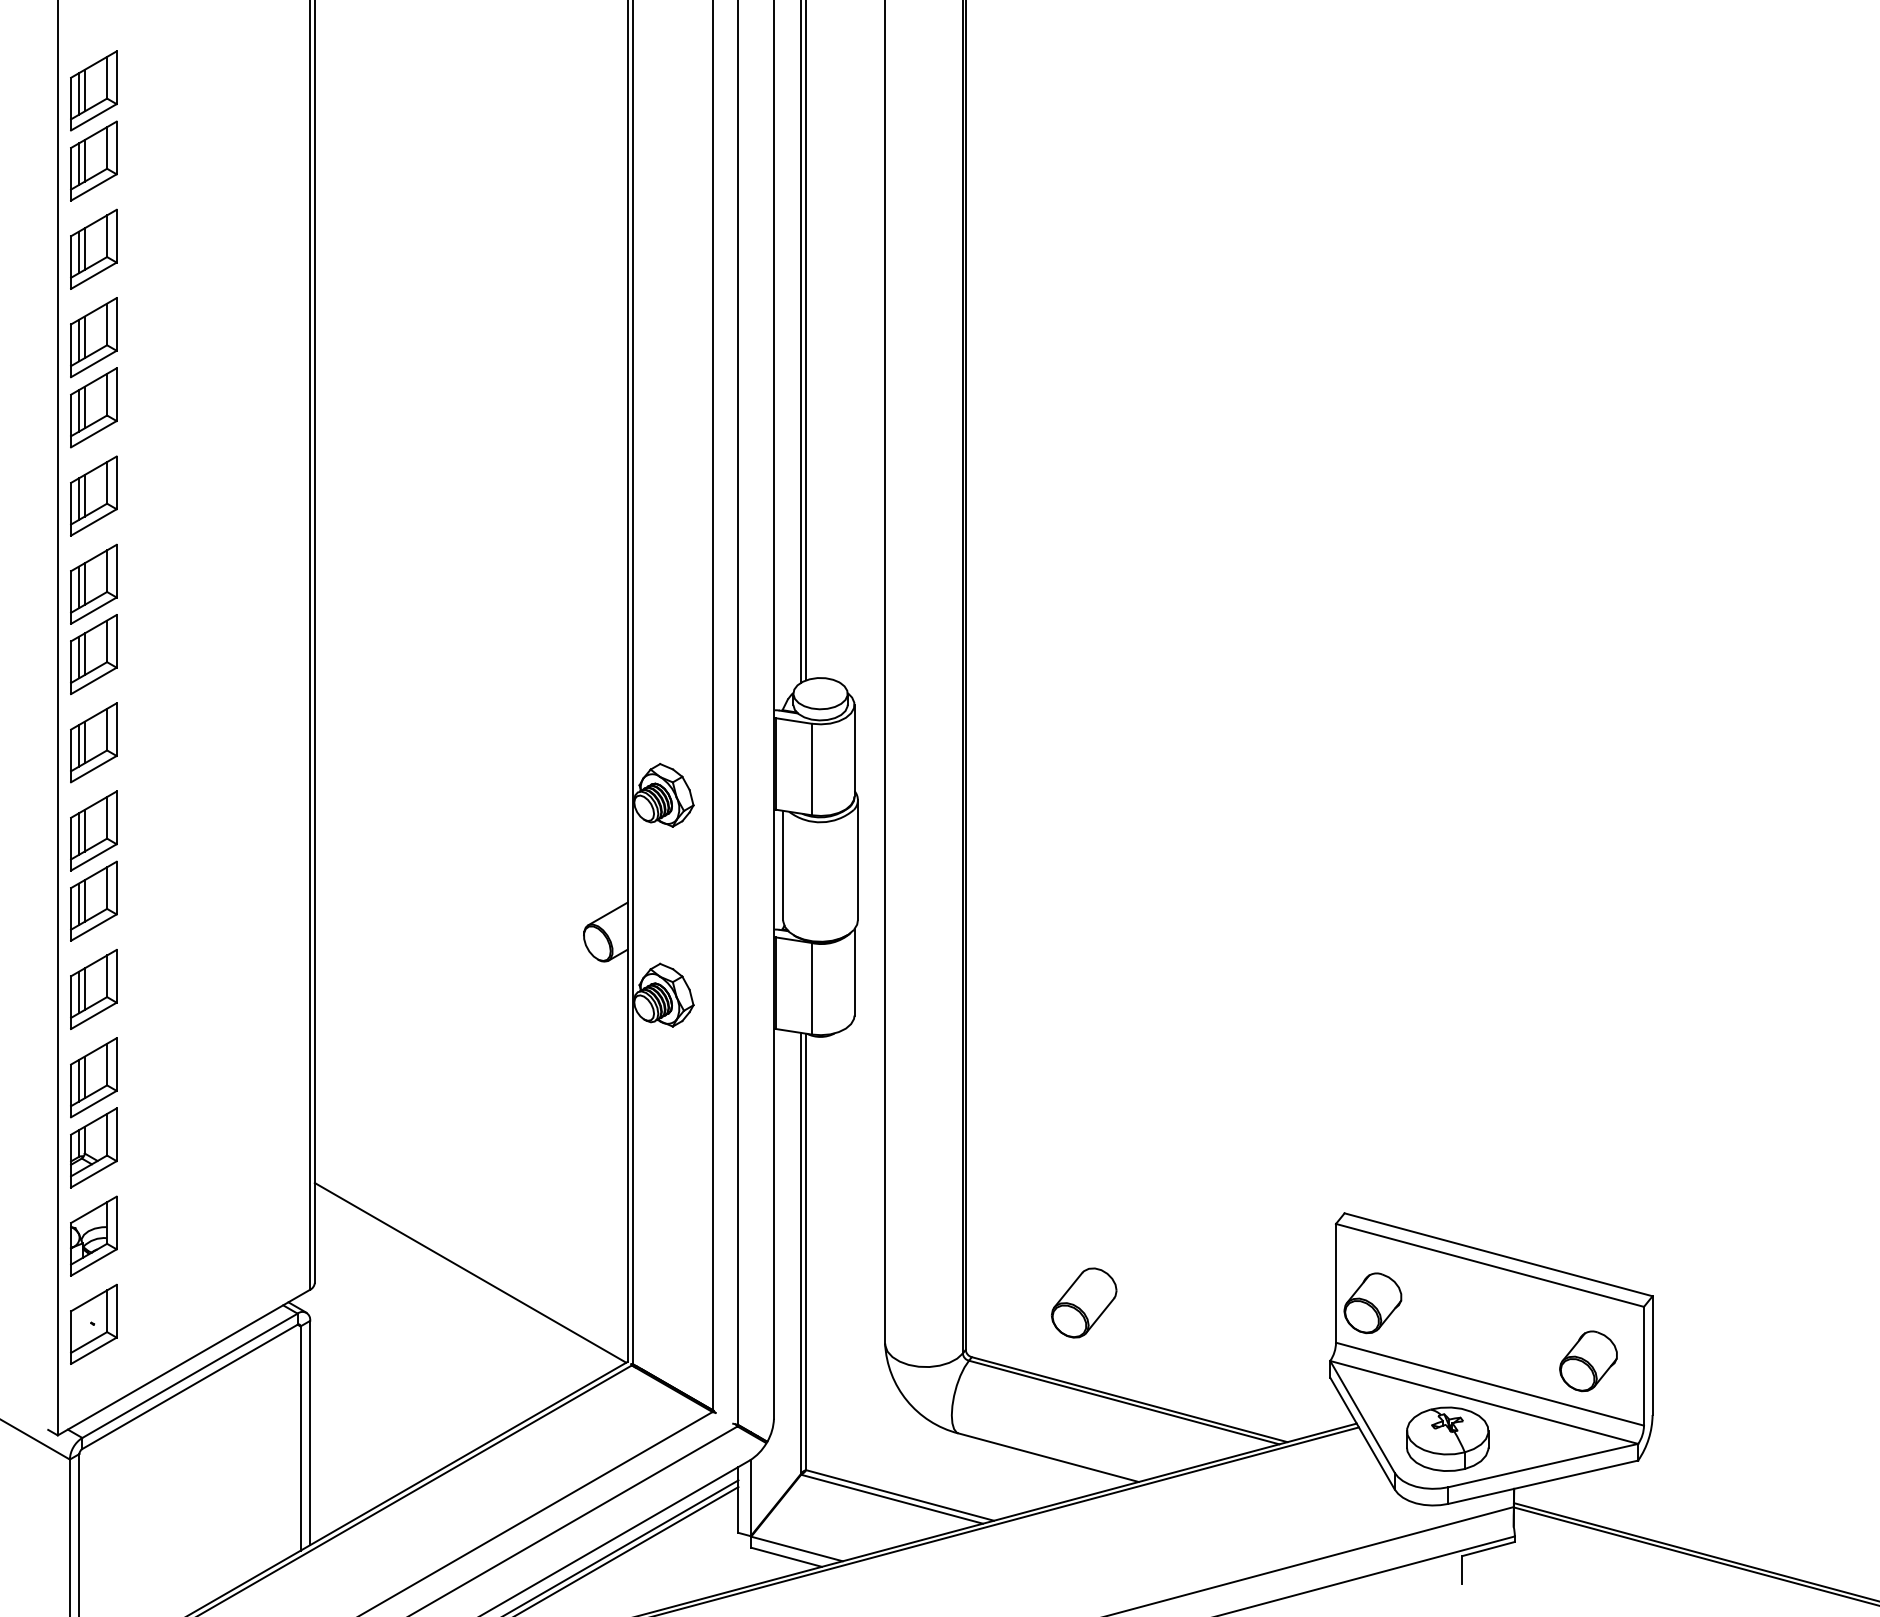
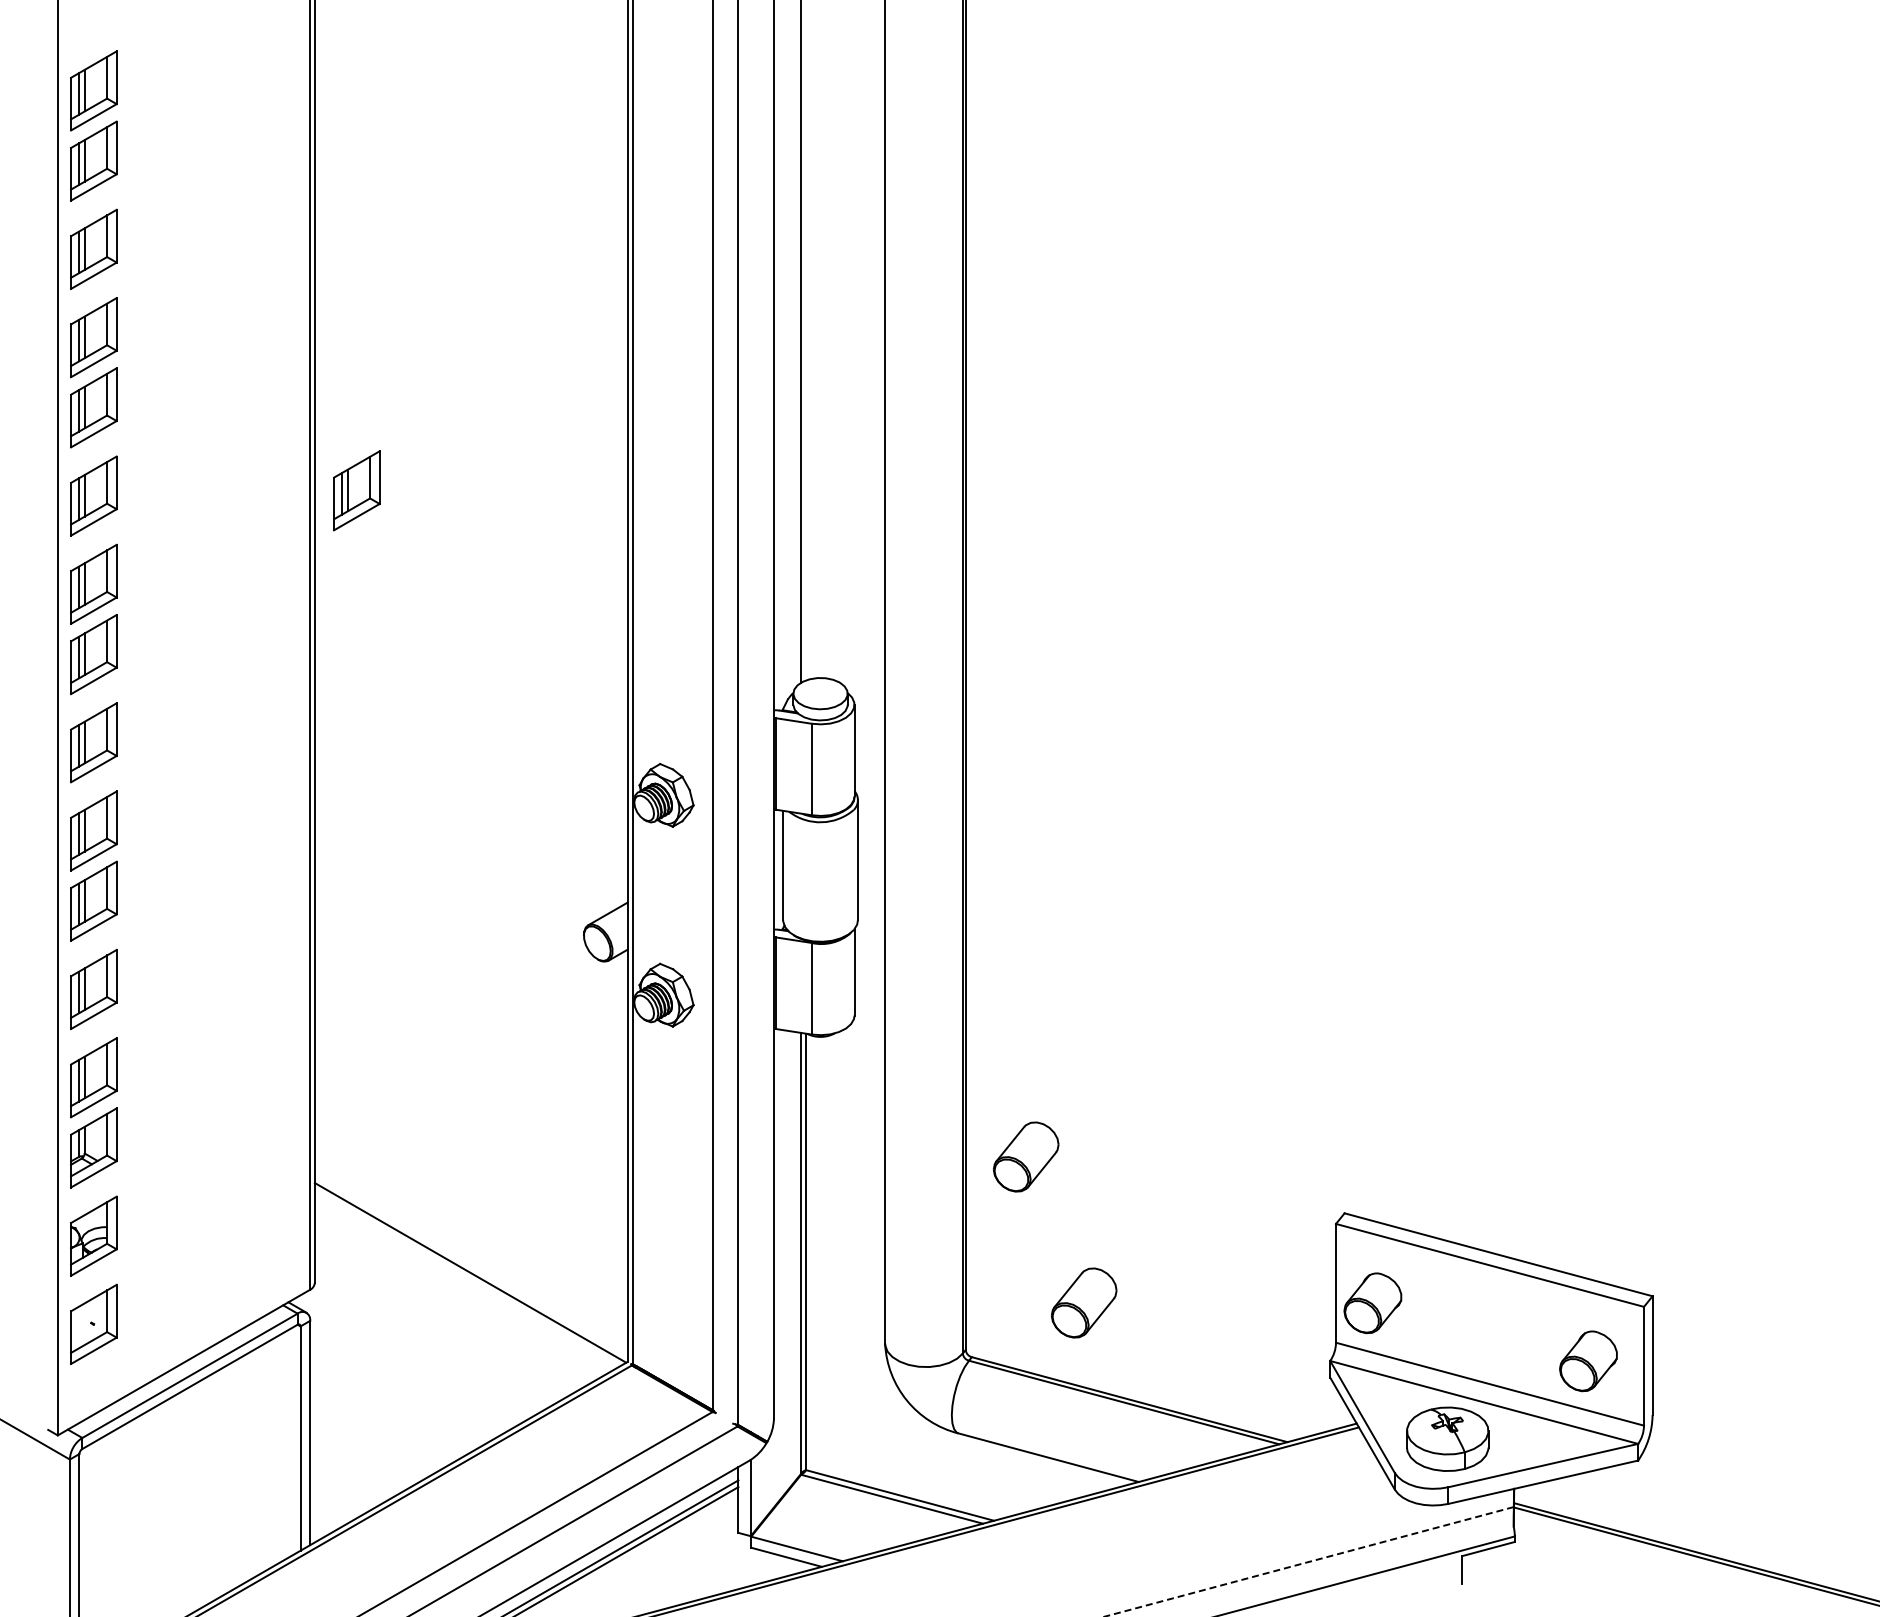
line at (806, 341): present -> none
part at (356, 490): none -> present
part at (1025, 1156): none -> present
line at (1308, 1562): solid -> dashed
